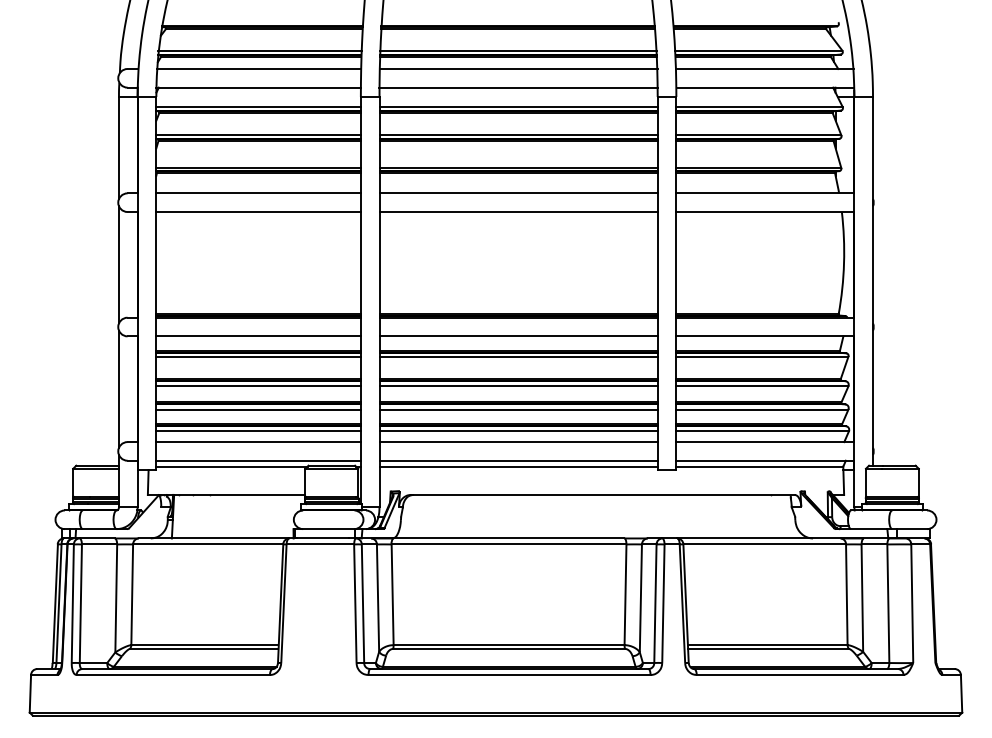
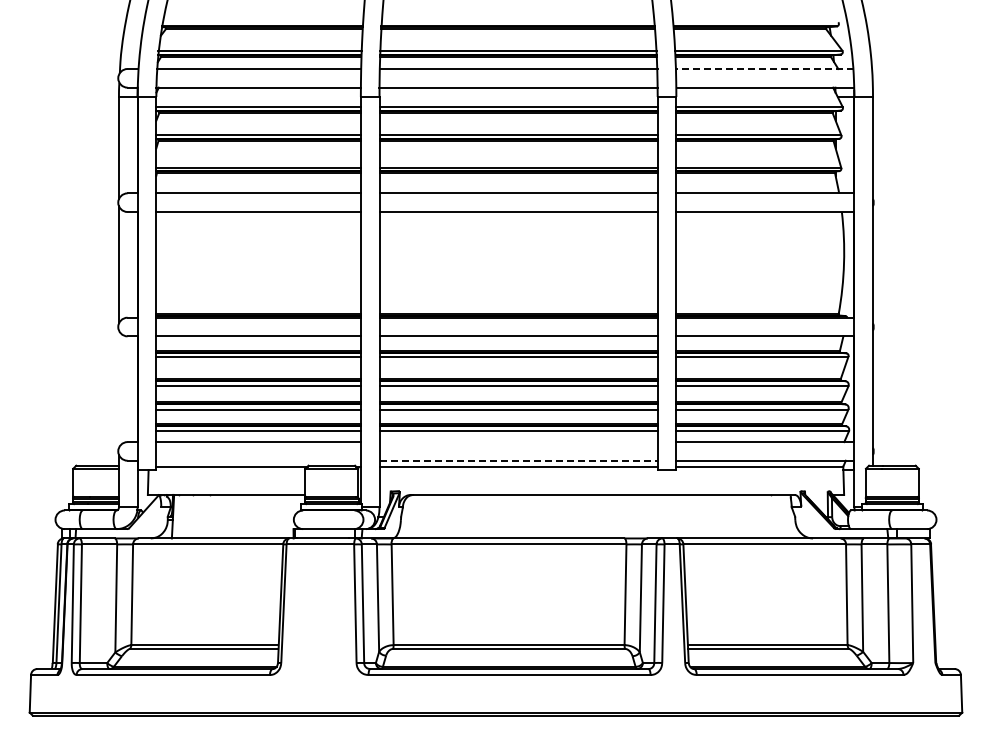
line at (764, 69): solid -> dashed
line at (118, 388): present -> none
line at (518, 442): present -> none
line at (258, 460): present -> none
line at (519, 460): solid -> dashed
